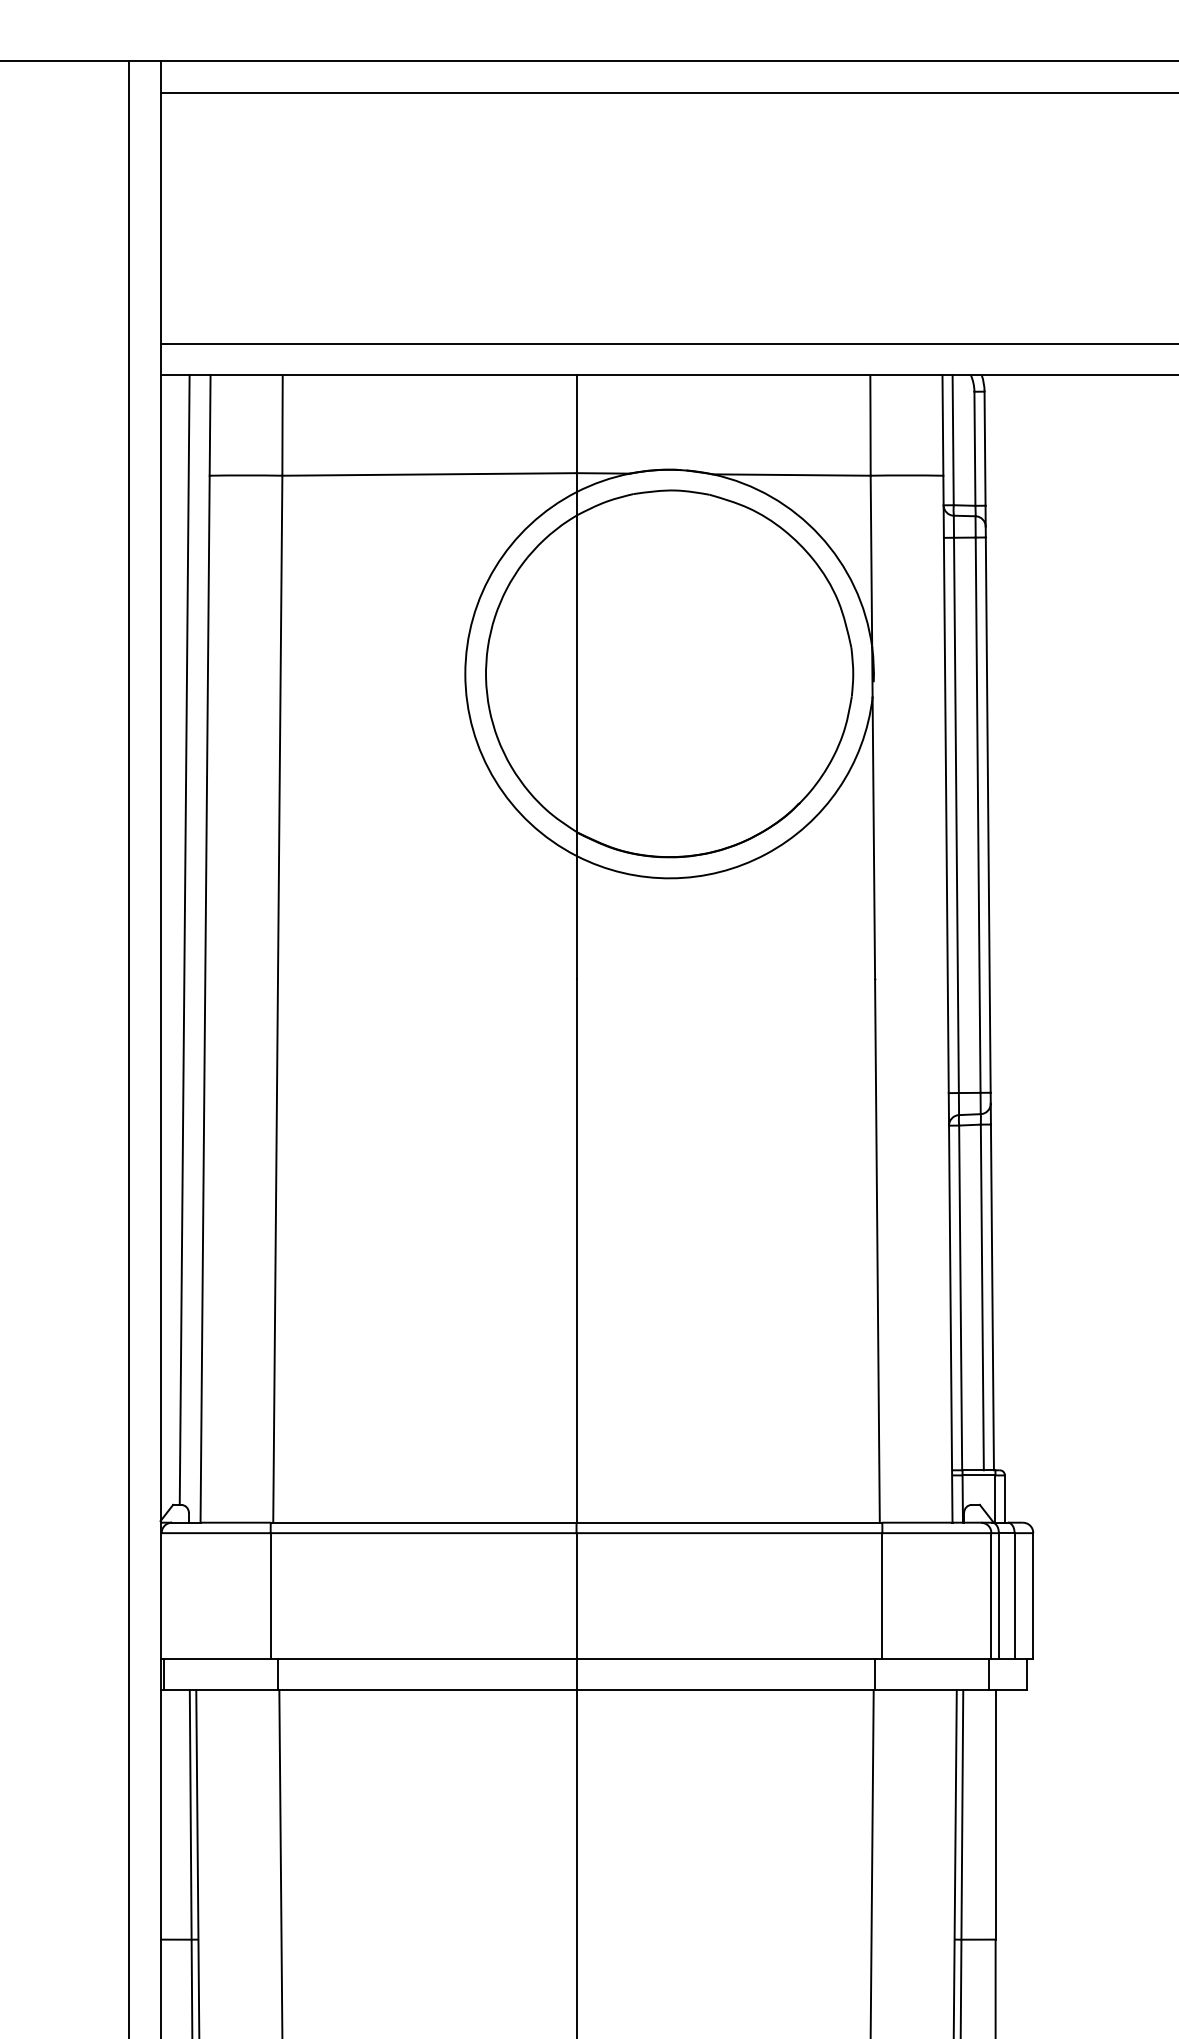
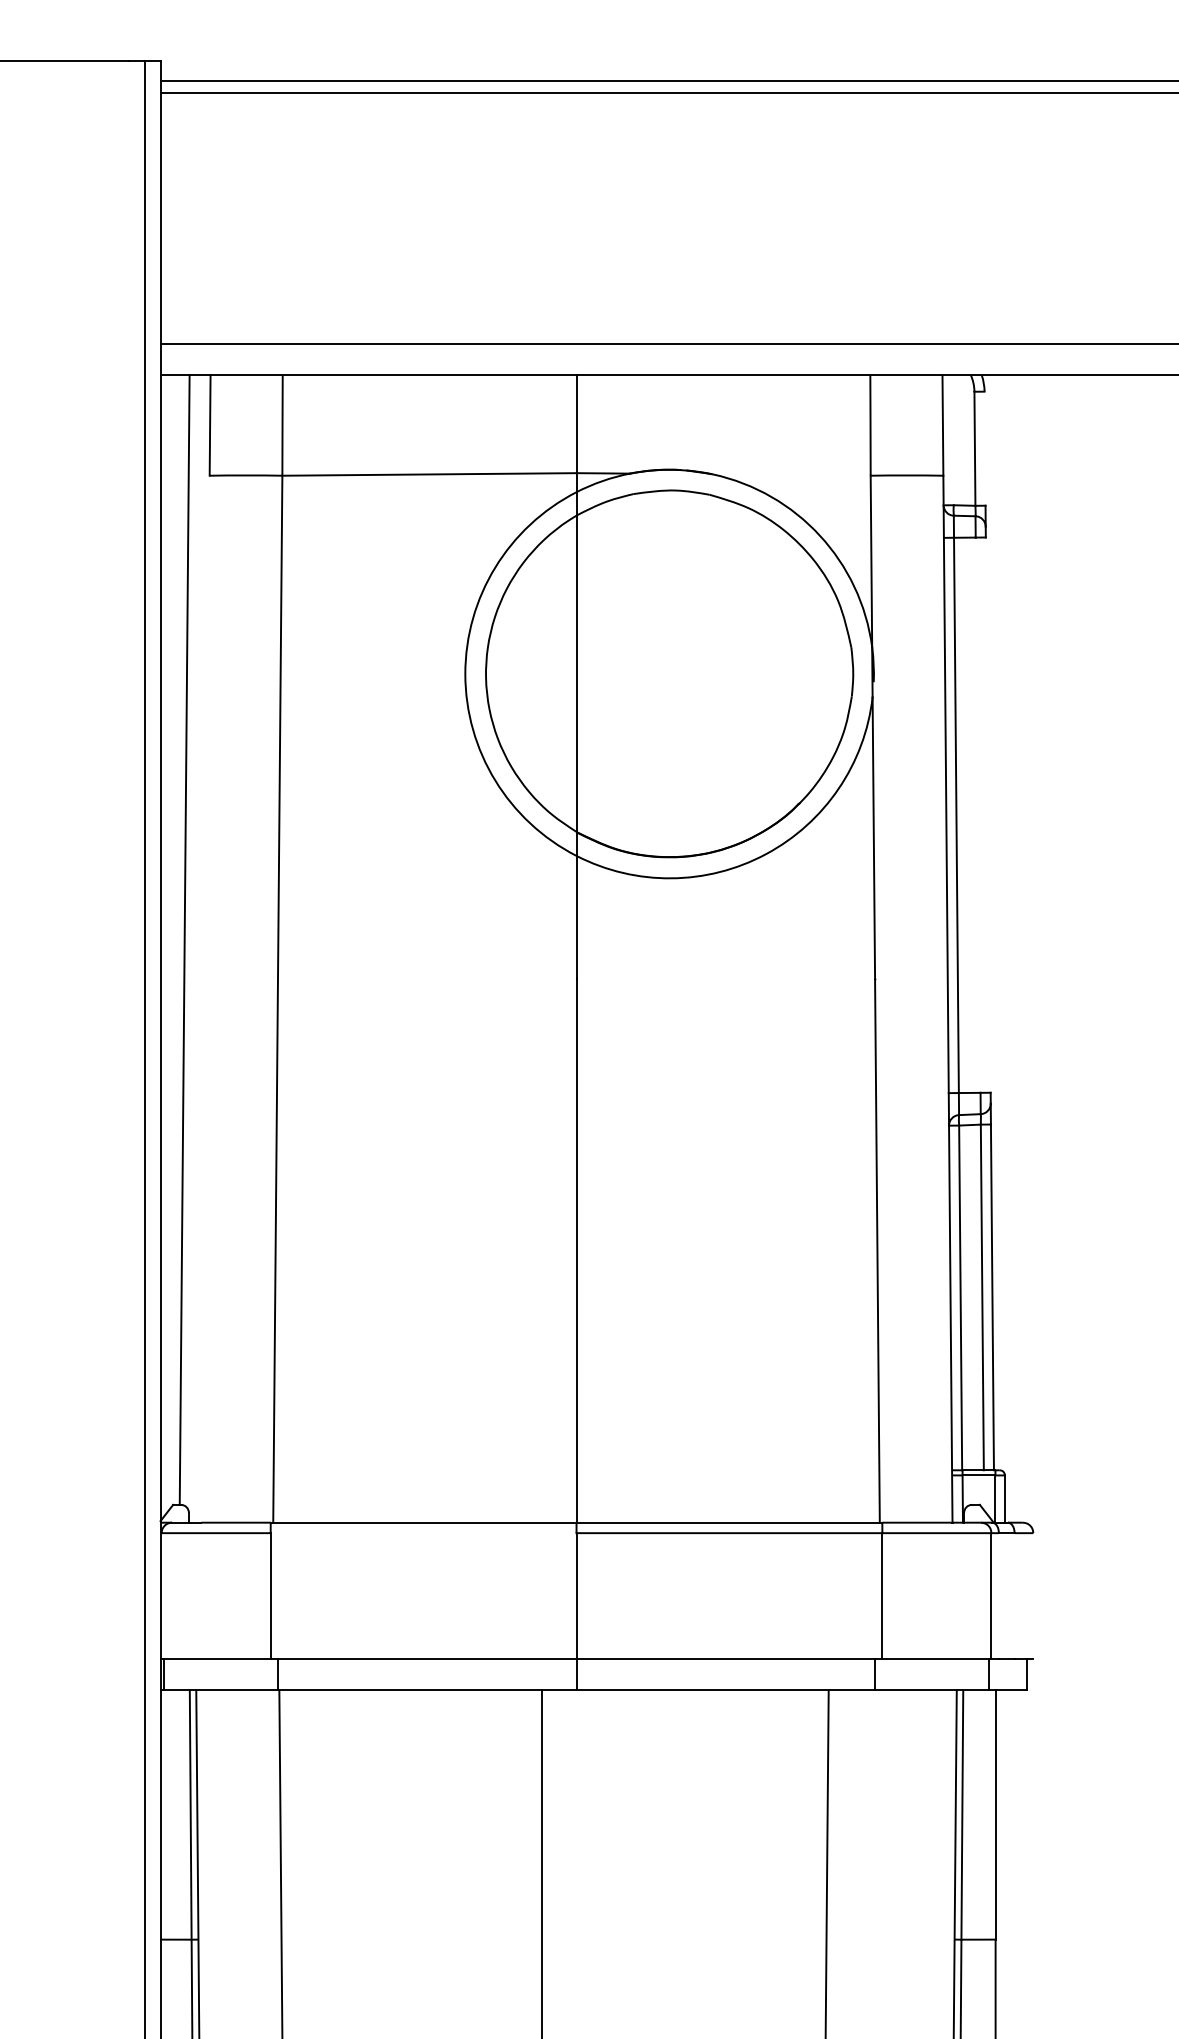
line at (667, 61) position: (667, 61) -> (667, 81)
line at (952, 440): present -> none
line at (984, 448): present -> none
line at (791, 474): present -> none
line at (977, 814): present -> none
line at (987, 814): present -> none
line at (204, 998): present -> none
line at (129, 1048) position: (129, 1048) -> (145, 1048)
line at (423, 1533): present -> none
line at (998, 1595): present -> none
line at (1014, 1595): present -> none
line at (1033, 1595): present -> none
line at (576, 1862) position: (576, 1862) -> (541, 1862)
line at (871, 1862) position: (871, 1862) -> (826, 1862)
